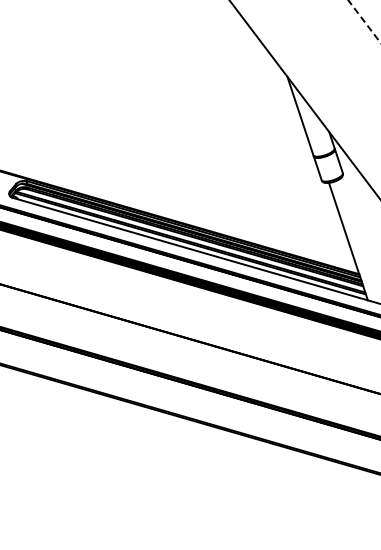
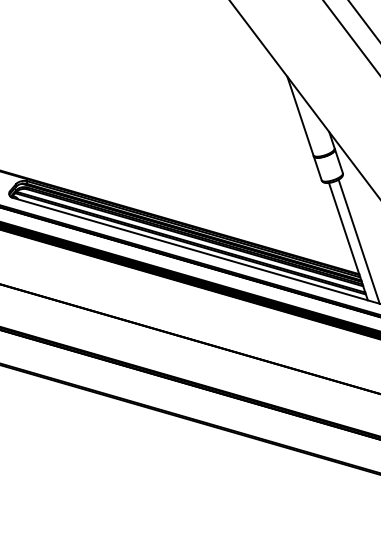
line at (364, 21): dashed -> solid
line at (350, 37): none -> present
line at (357, 238): none -> present
